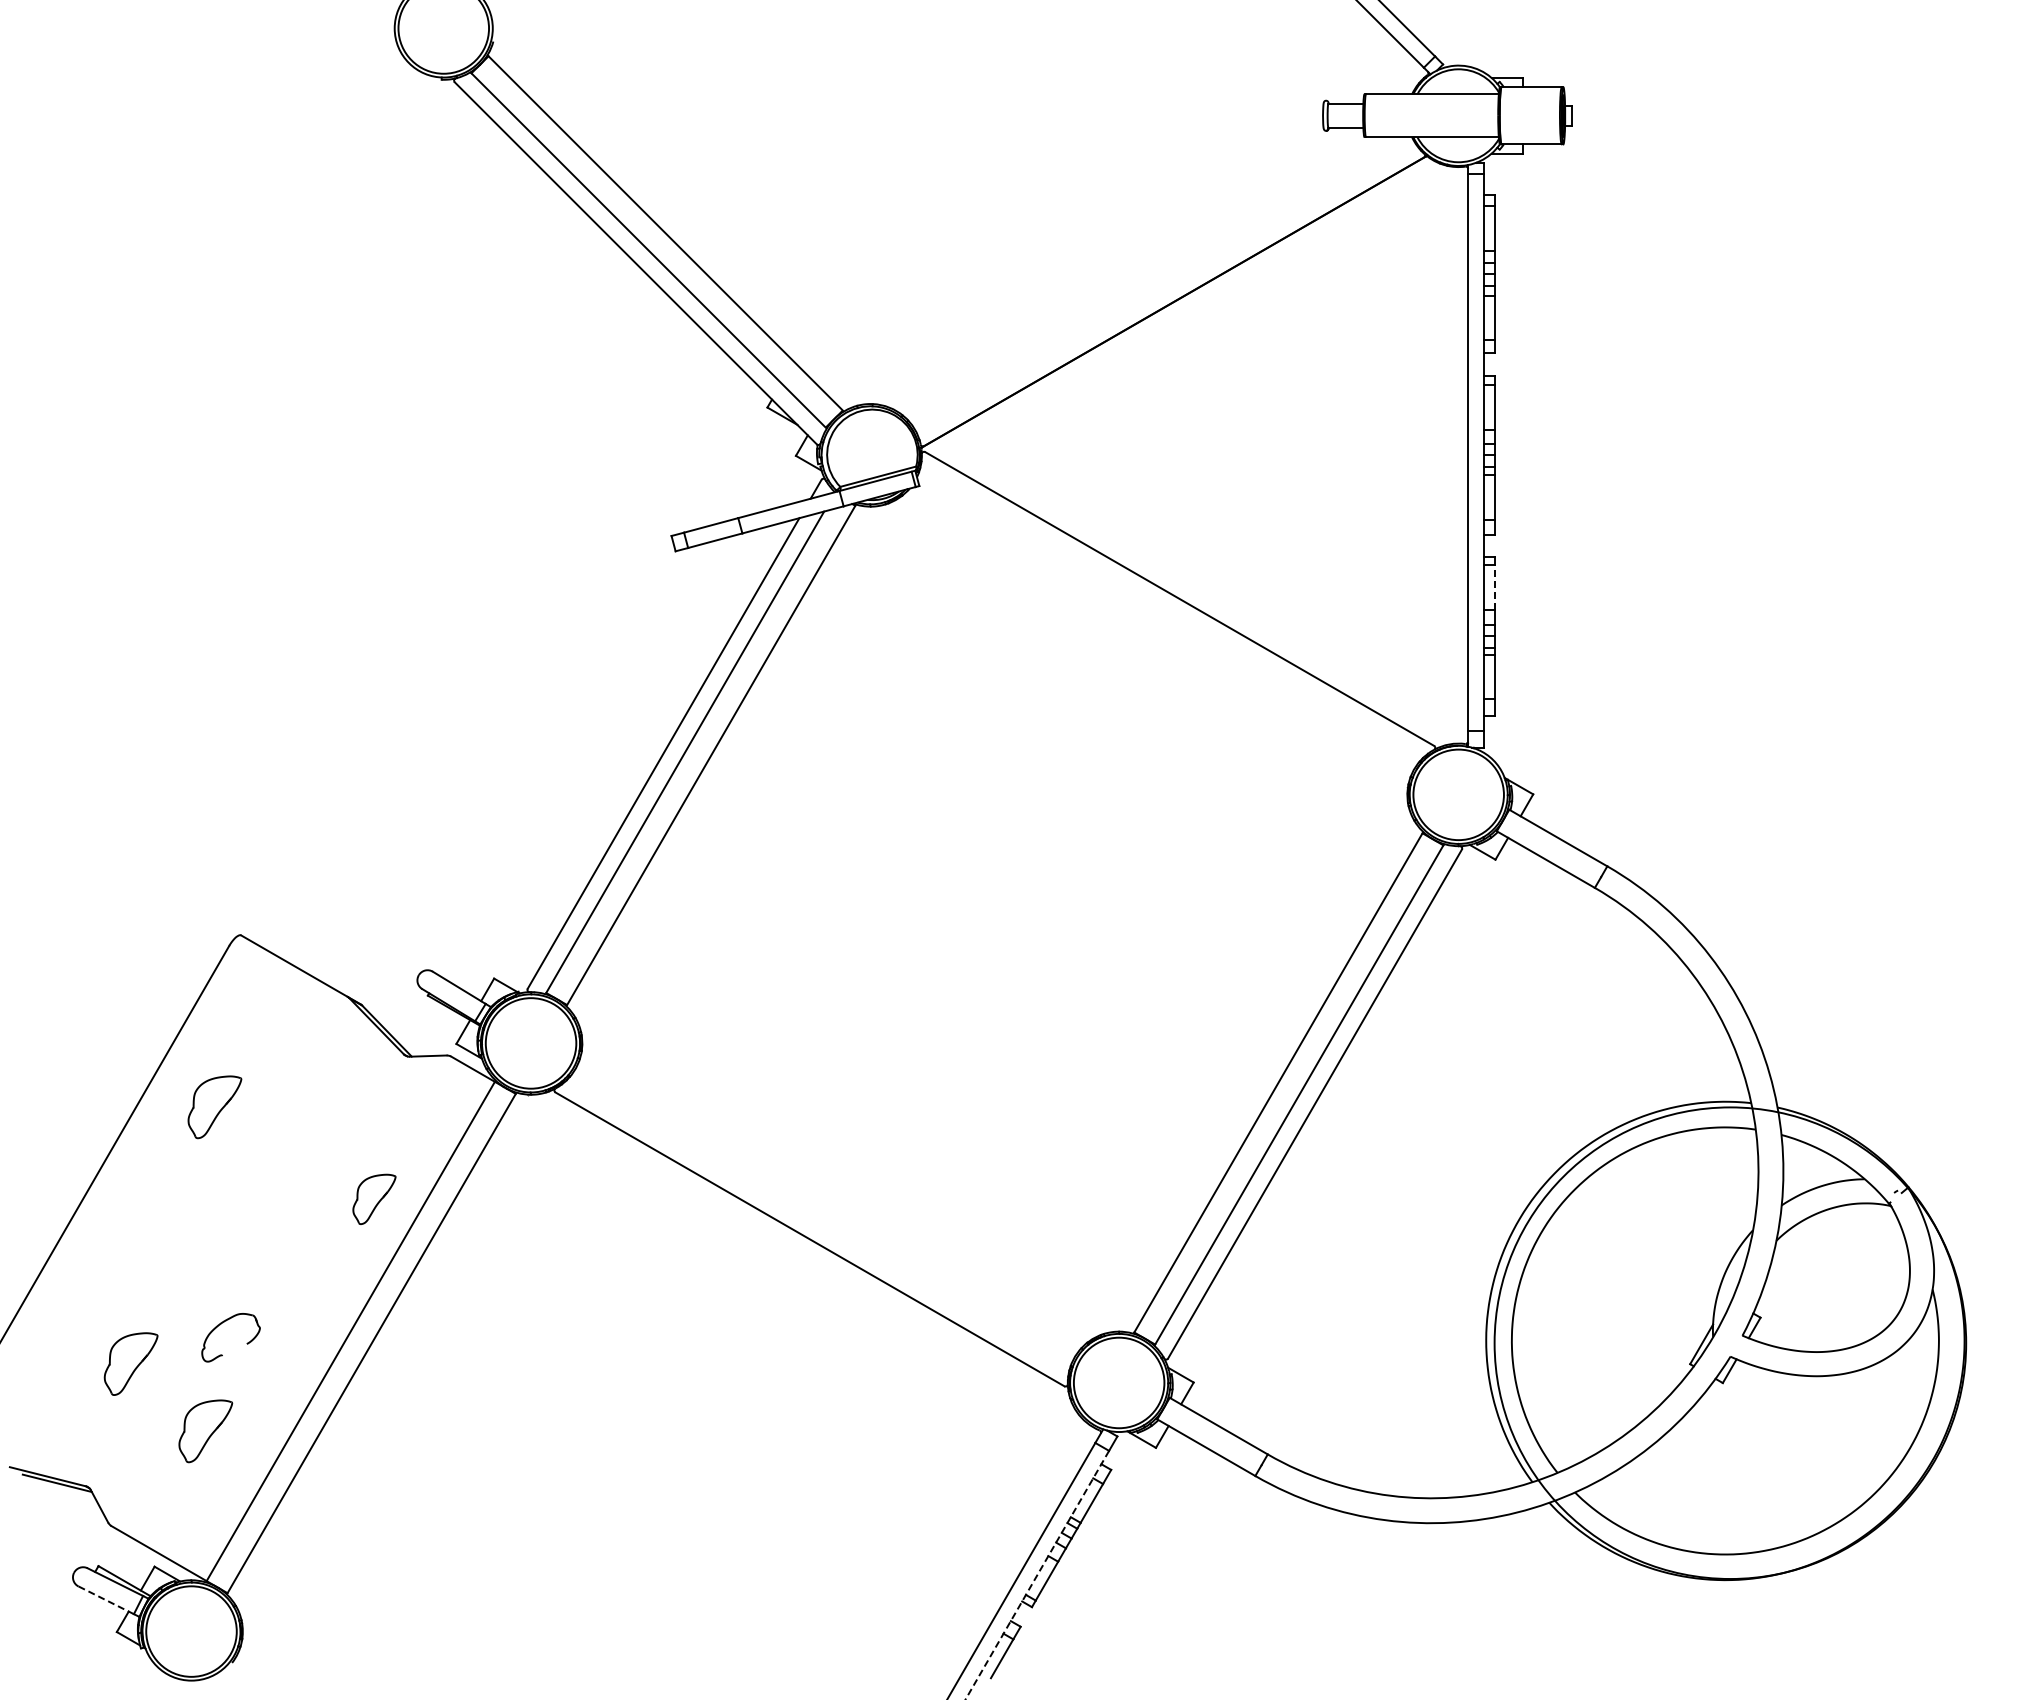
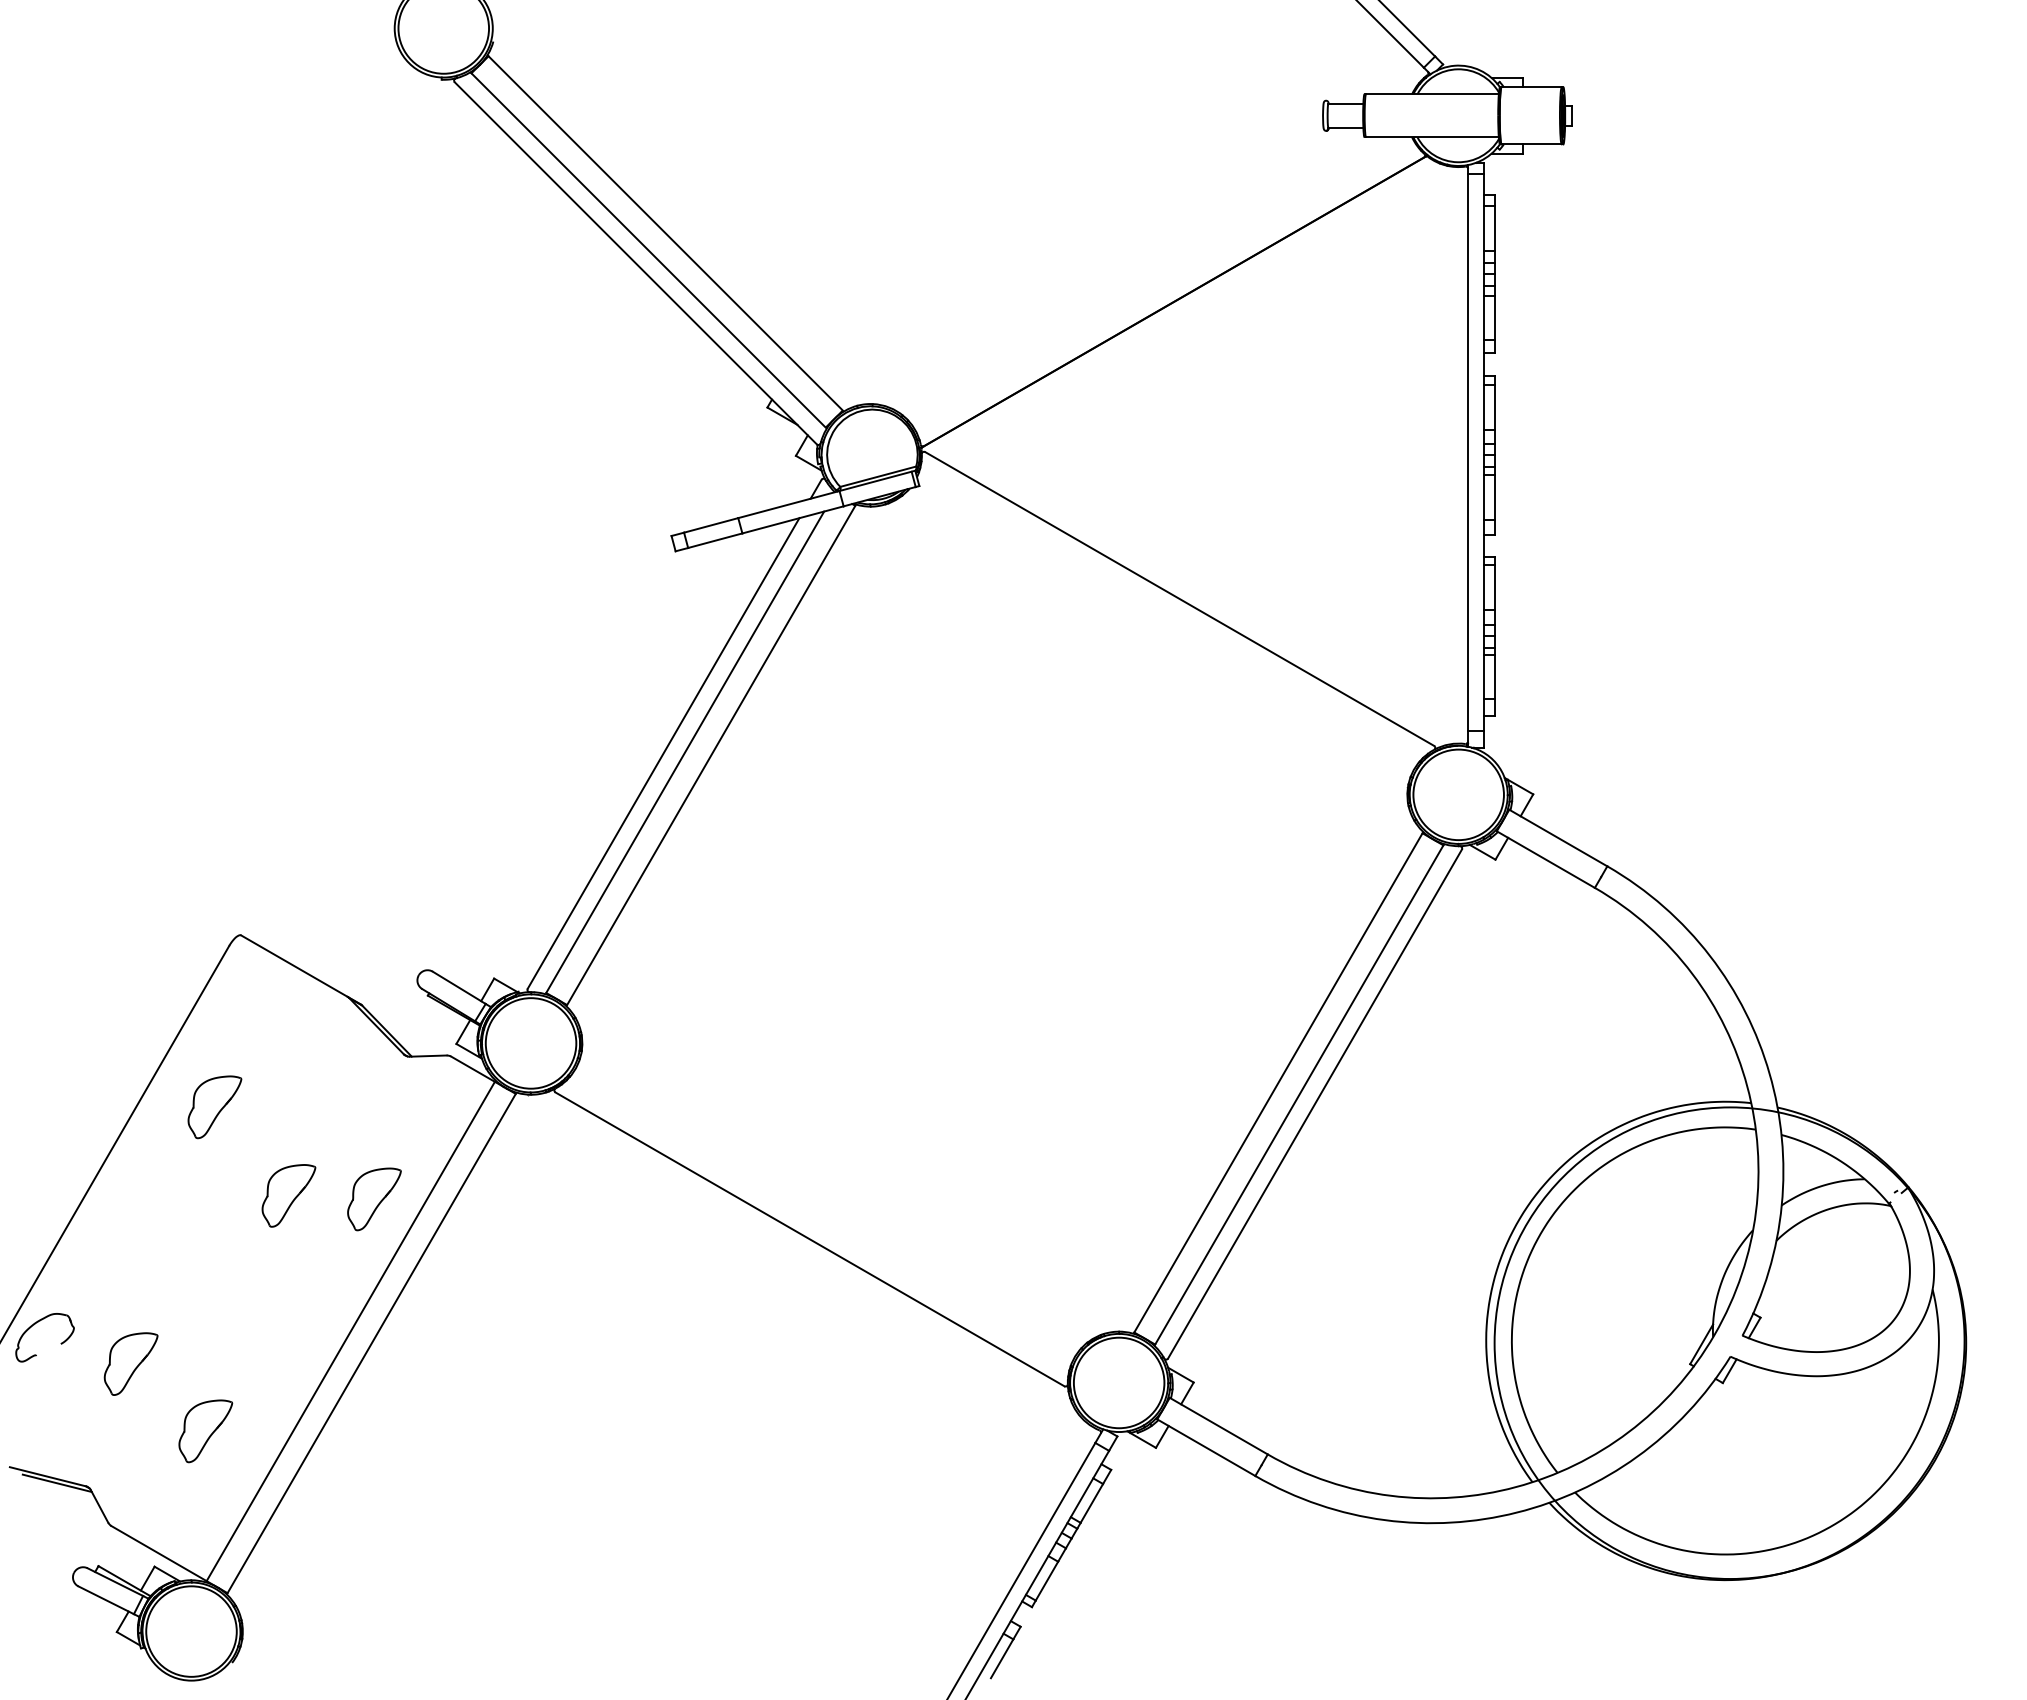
line at (1495, 586): dashed -> solid
part at (288, 1195): none -> present
part at (374, 1198) size: 45x52 px -> 55x65 px
part at (220, 1325) position: (220, 1325) -> (34, 1325)
line at (1037, 1575): dashed -> solid
line at (106, 1600): dashed -> solid
